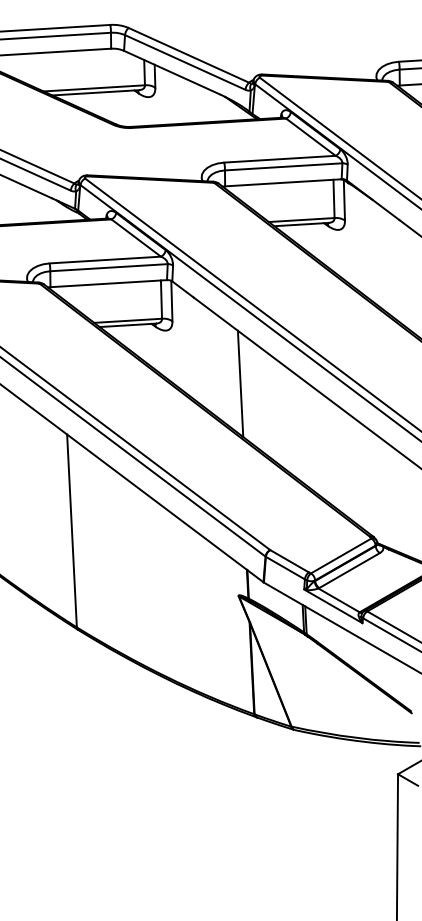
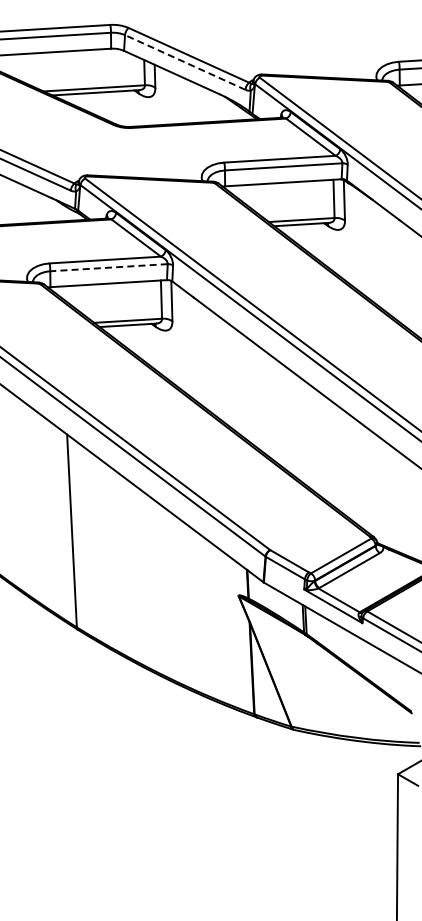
line at (184, 62): solid -> dashed
line at (109, 267): solid -> dashed
line at (240, 383): present -> none
